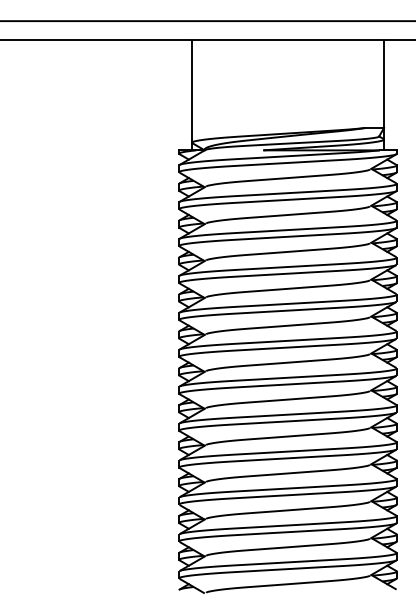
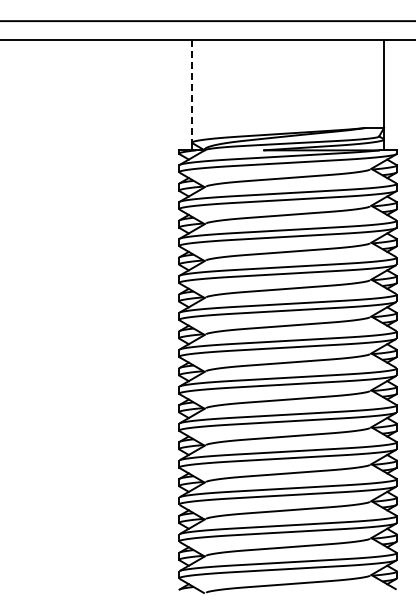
line at (192, 91): solid -> dashed
